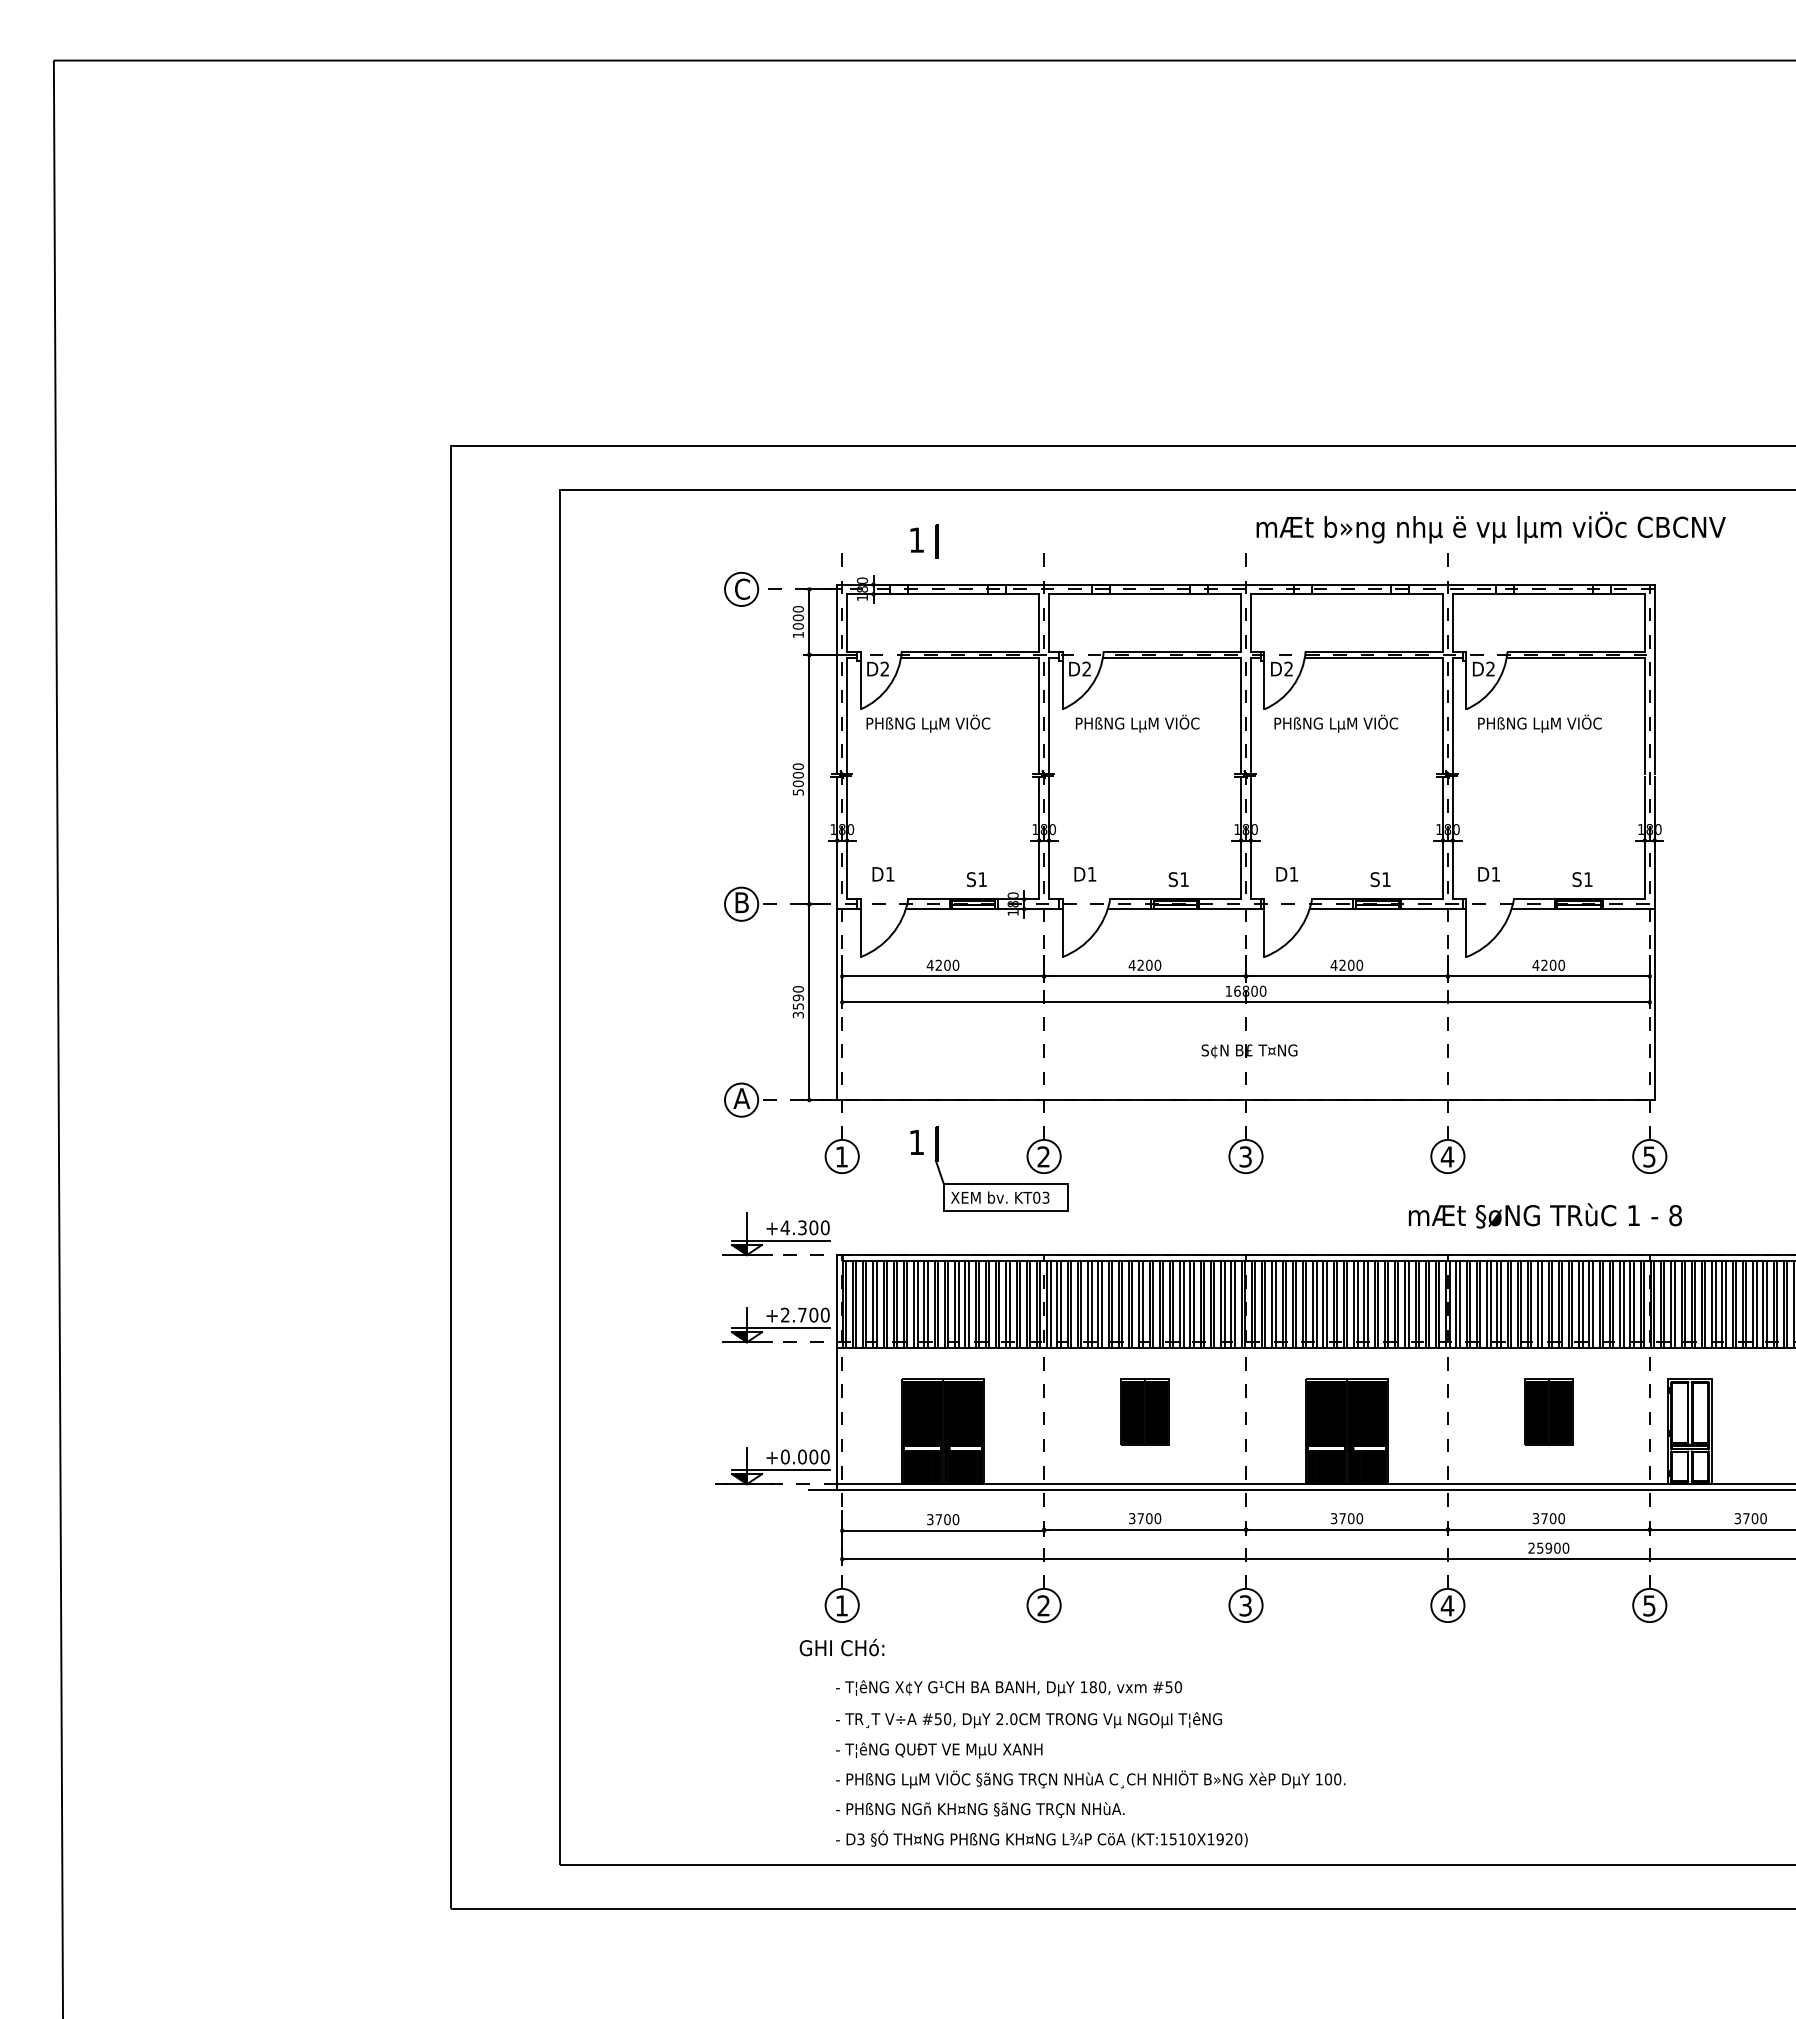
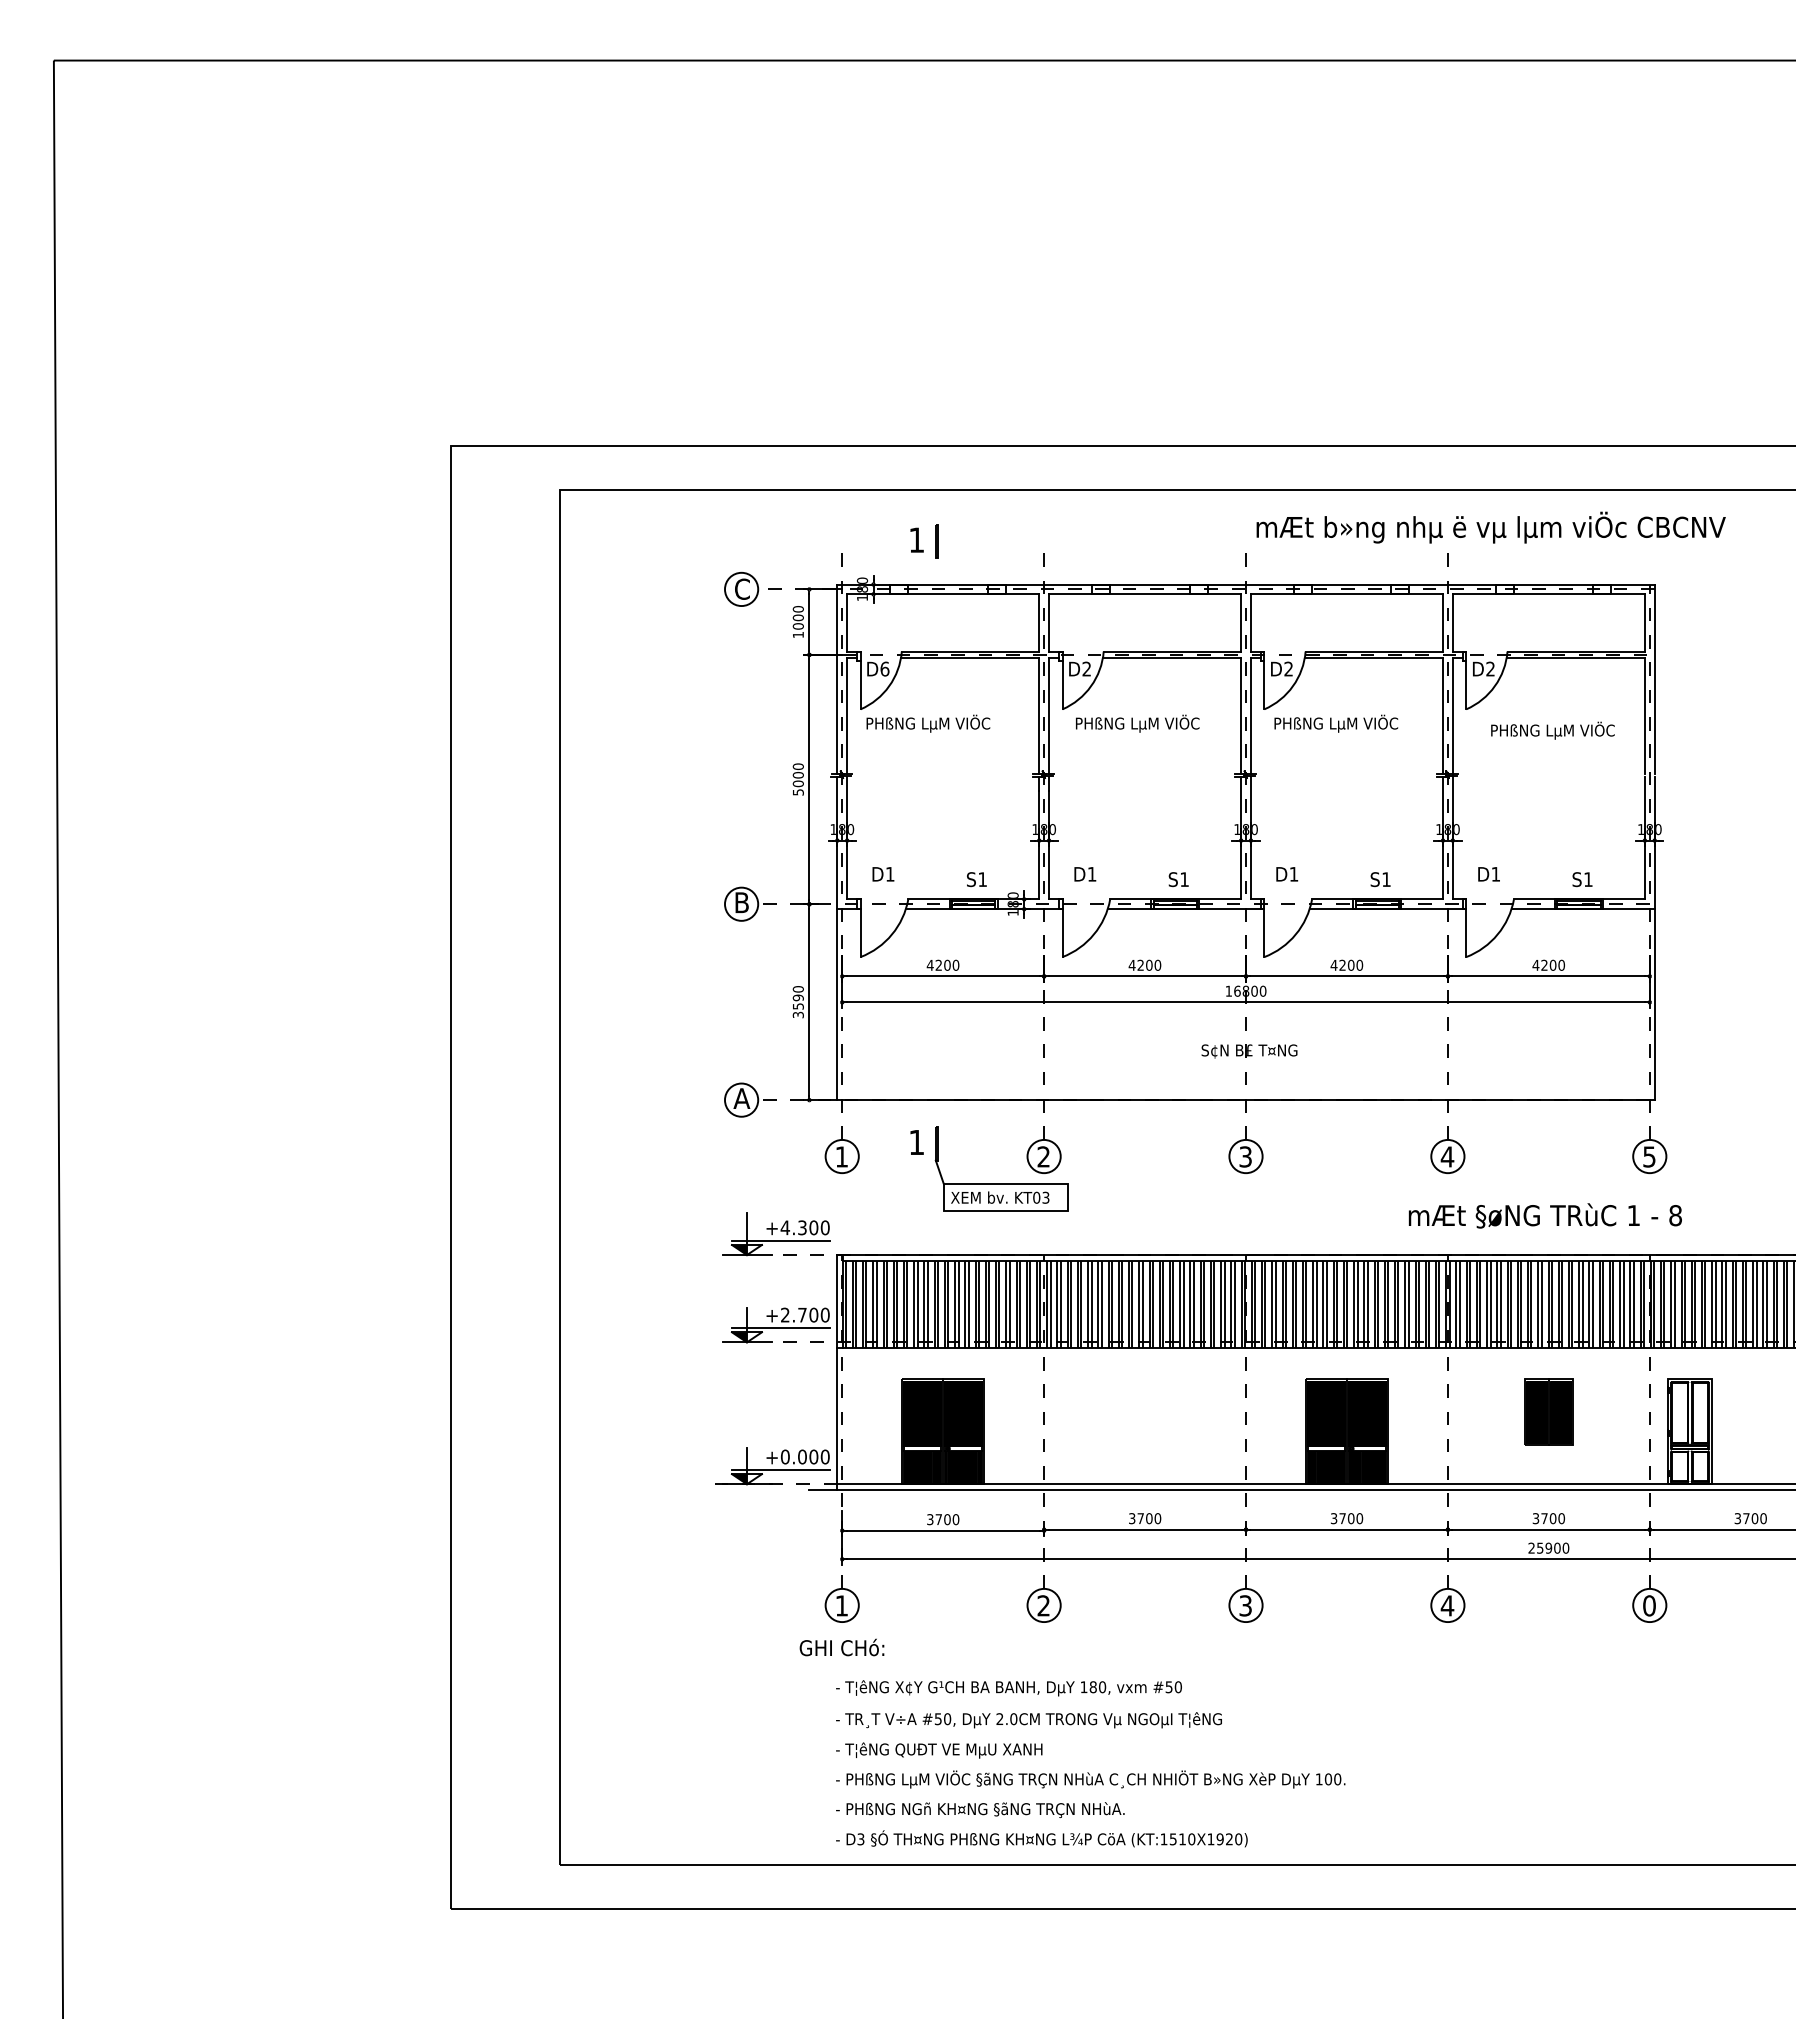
text at (884, 668): D2 -> D6
text at (1539, 723) position: (1539, 723) -> (1552, 730)
part at (1144, 1411): present -> none
text at (1649, 1605): 5 -> 0
